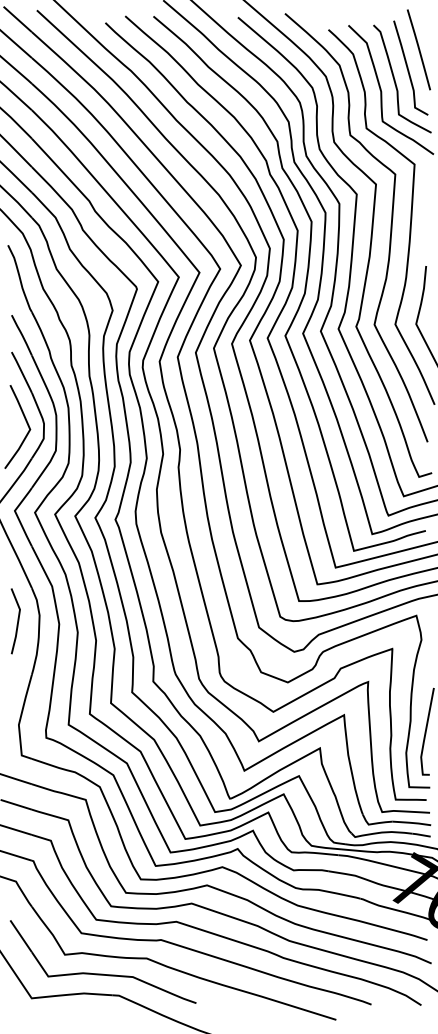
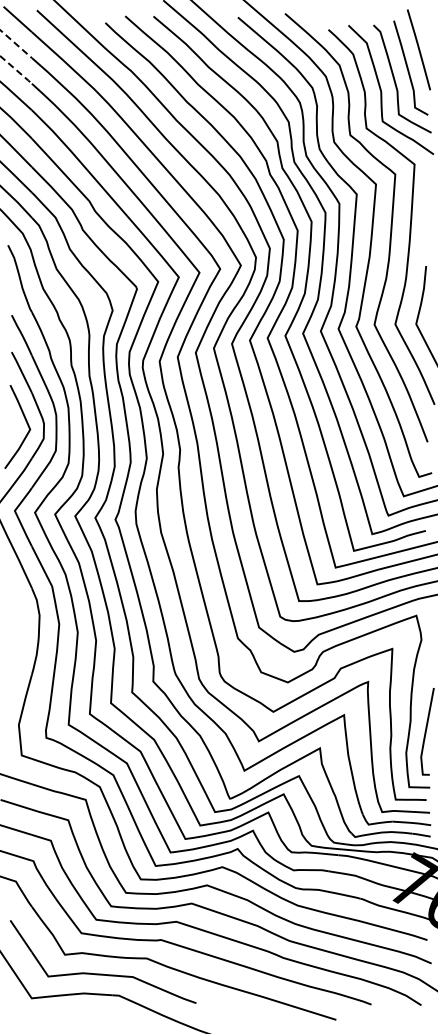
line at (16, 44): solid -> dashed
line at (17, 70): solid -> dashed
line at (17, 621): present -> none
